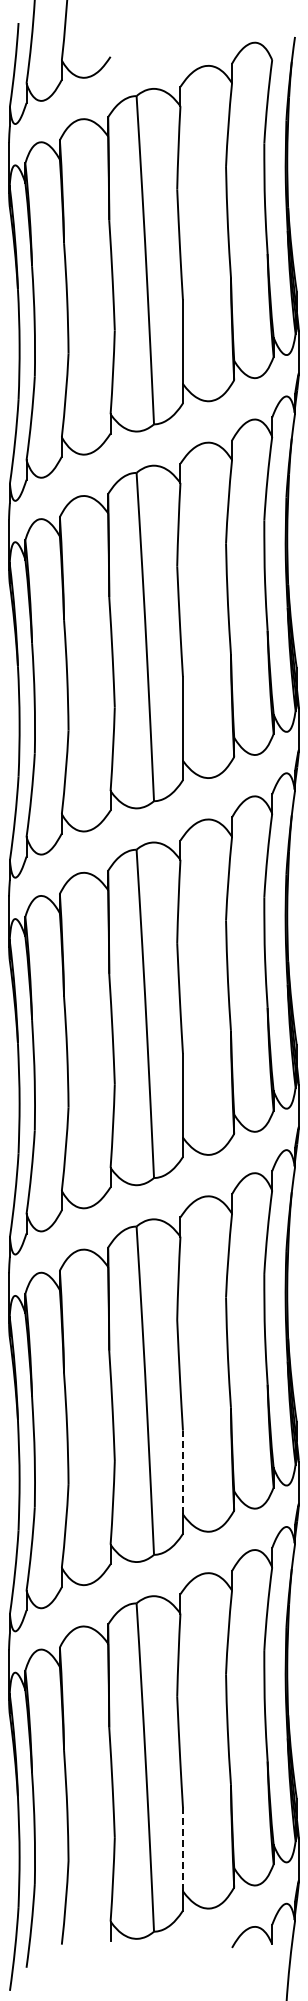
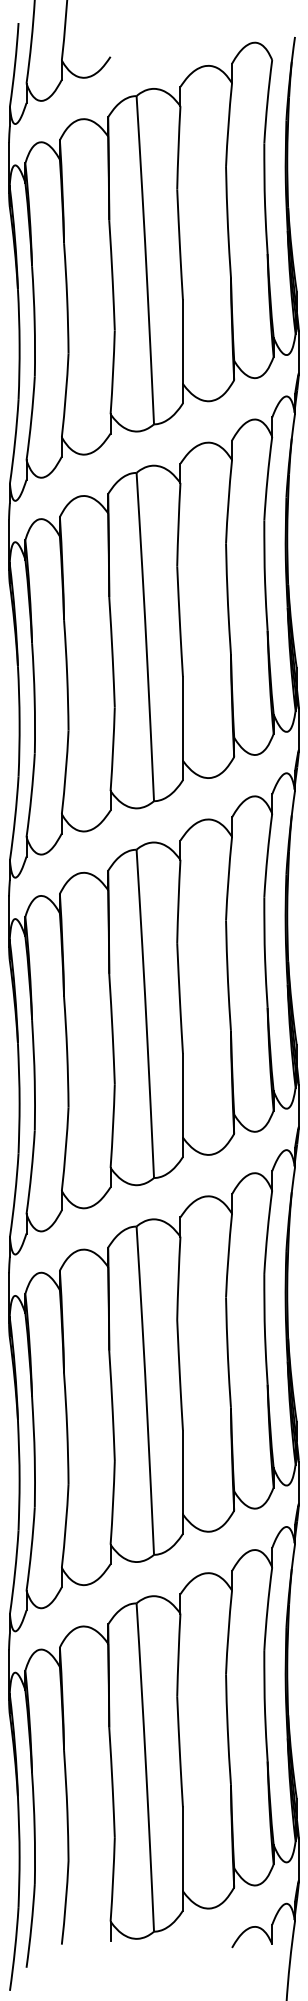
line at (182, 1472): dashed -> solid
line at (182, 1849): dashed -> solid
